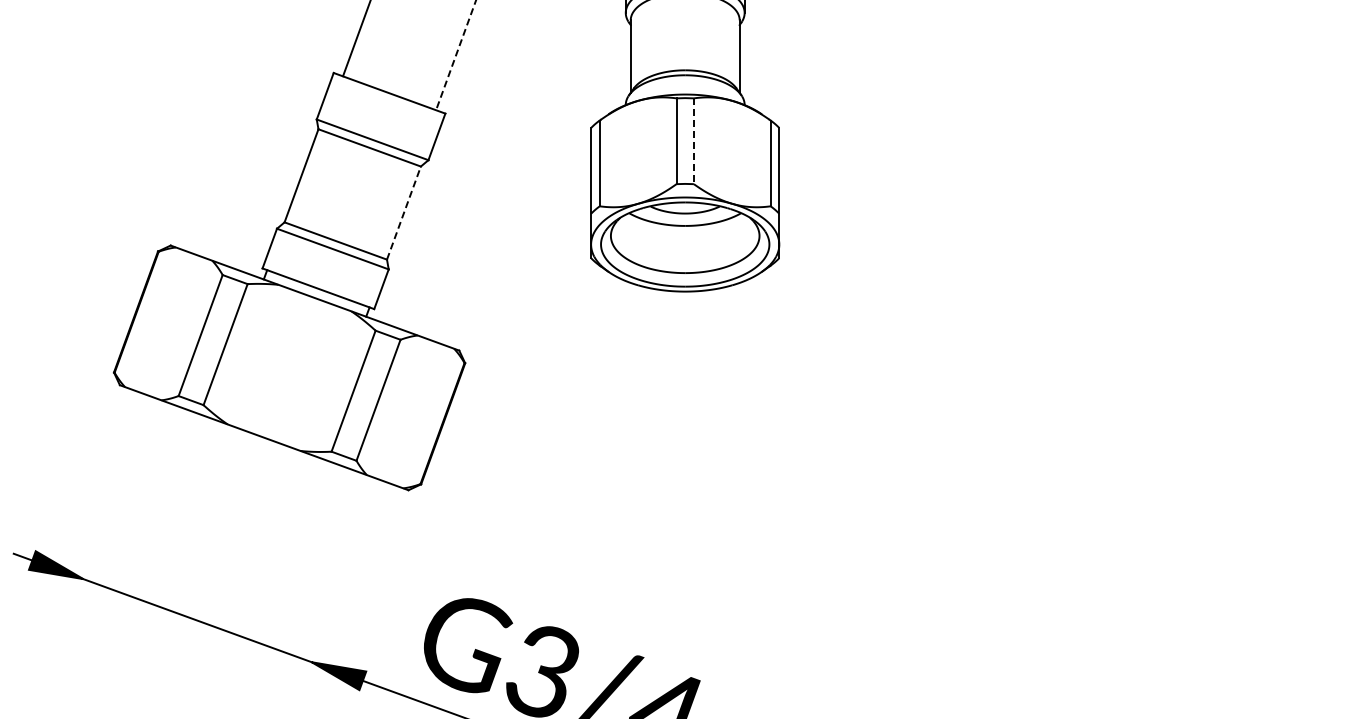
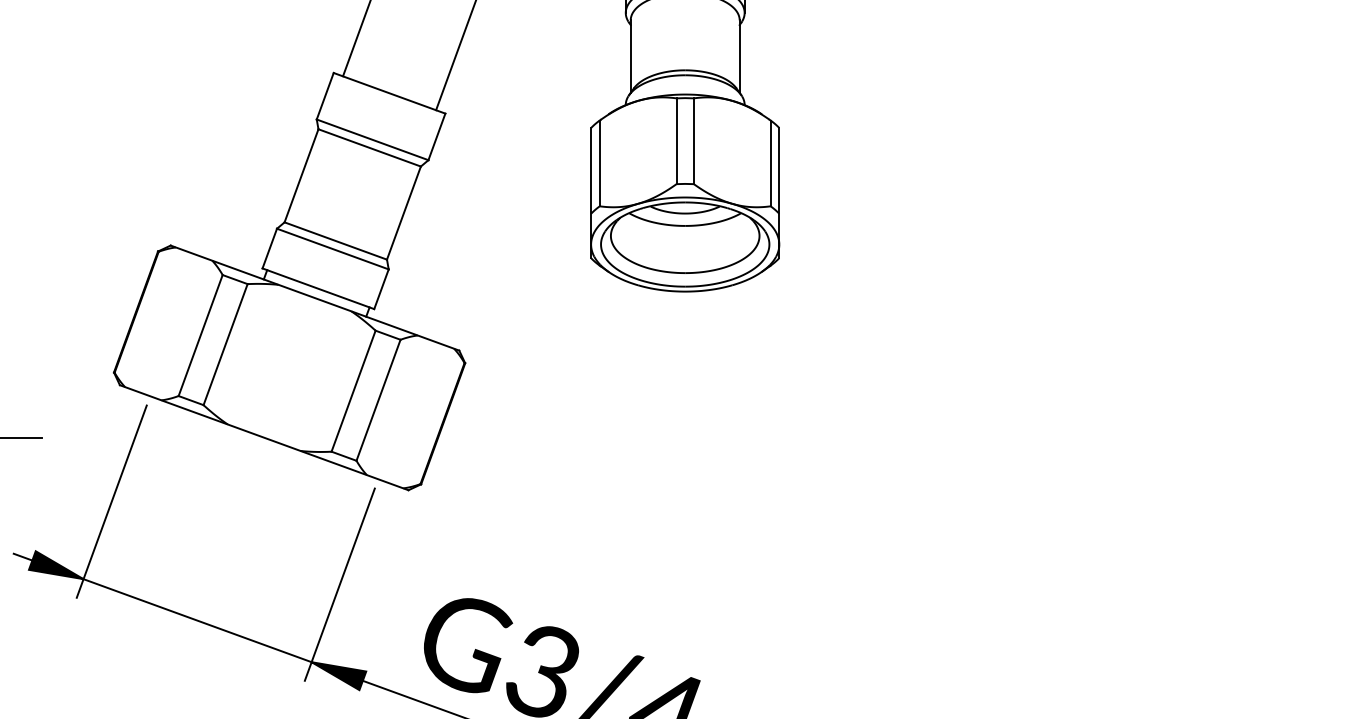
line at (455, 55): dashed -> solid
line at (693, 141): dashed -> solid
line at (403, 213): dashed -> solid
line at (21, 437): none -> present
line at (111, 501): none -> present
line at (339, 584): none -> present
